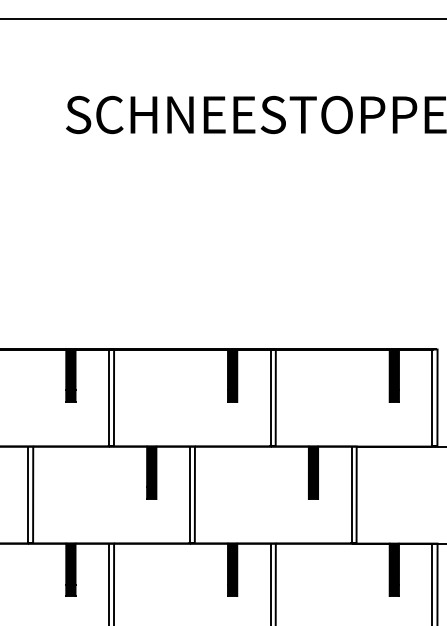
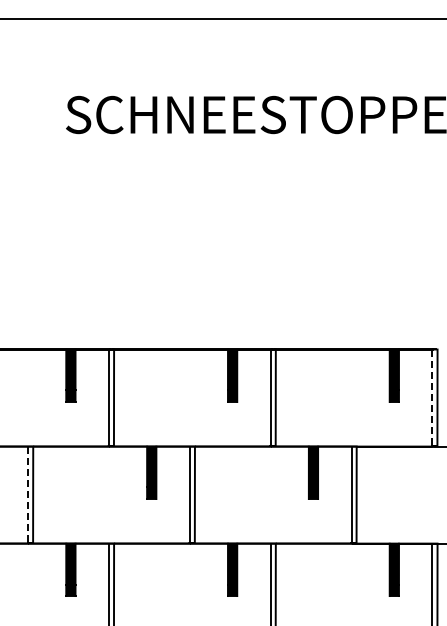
line at (432, 398): solid -> dashed
line at (28, 495): solid -> dashed
